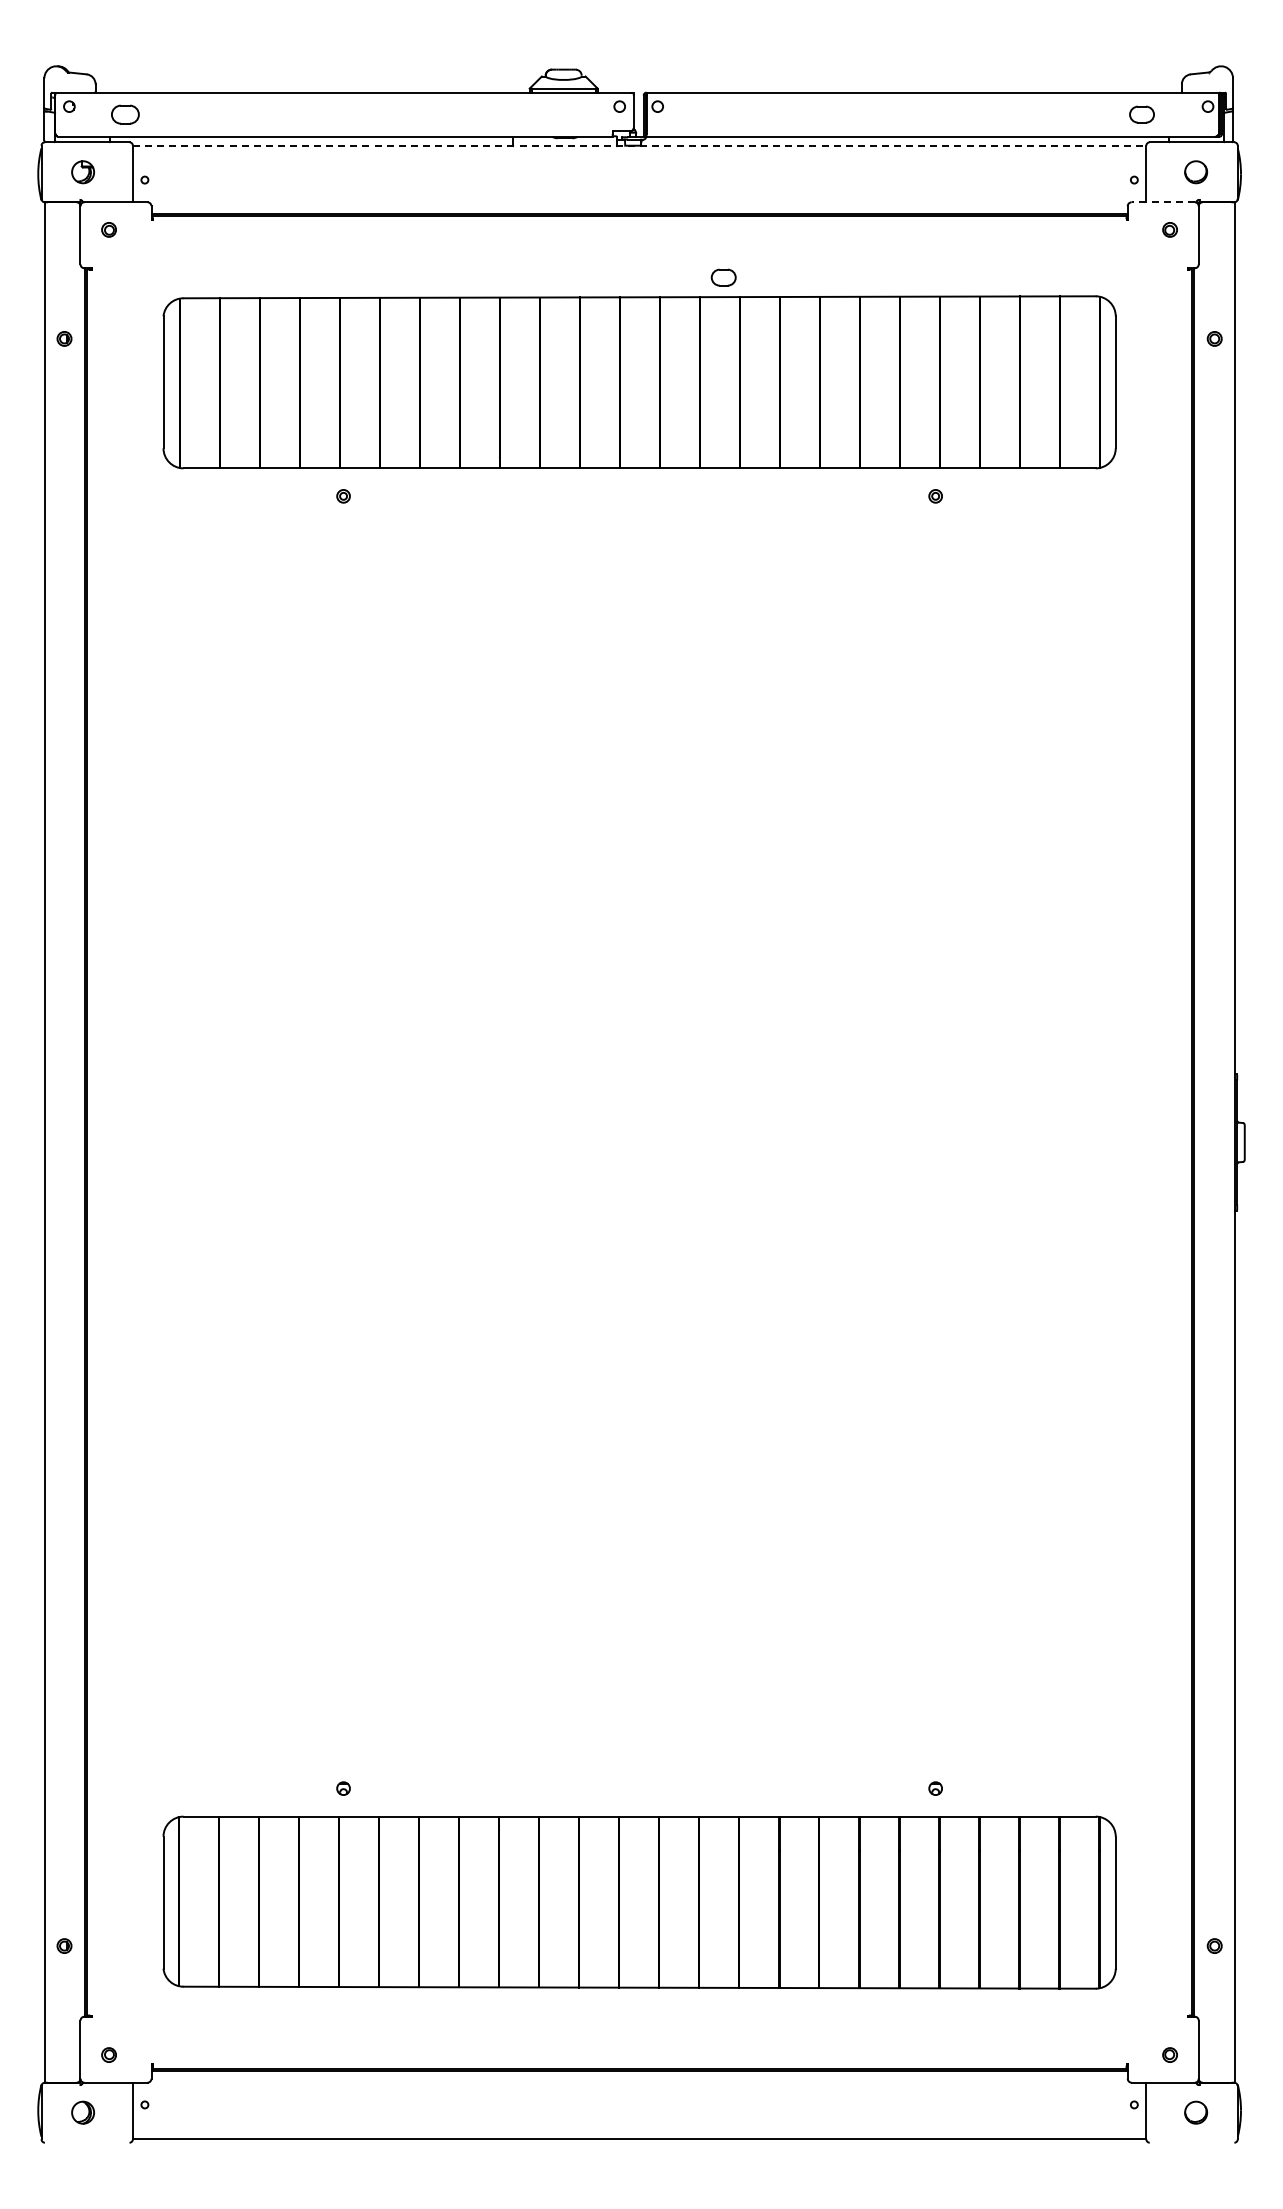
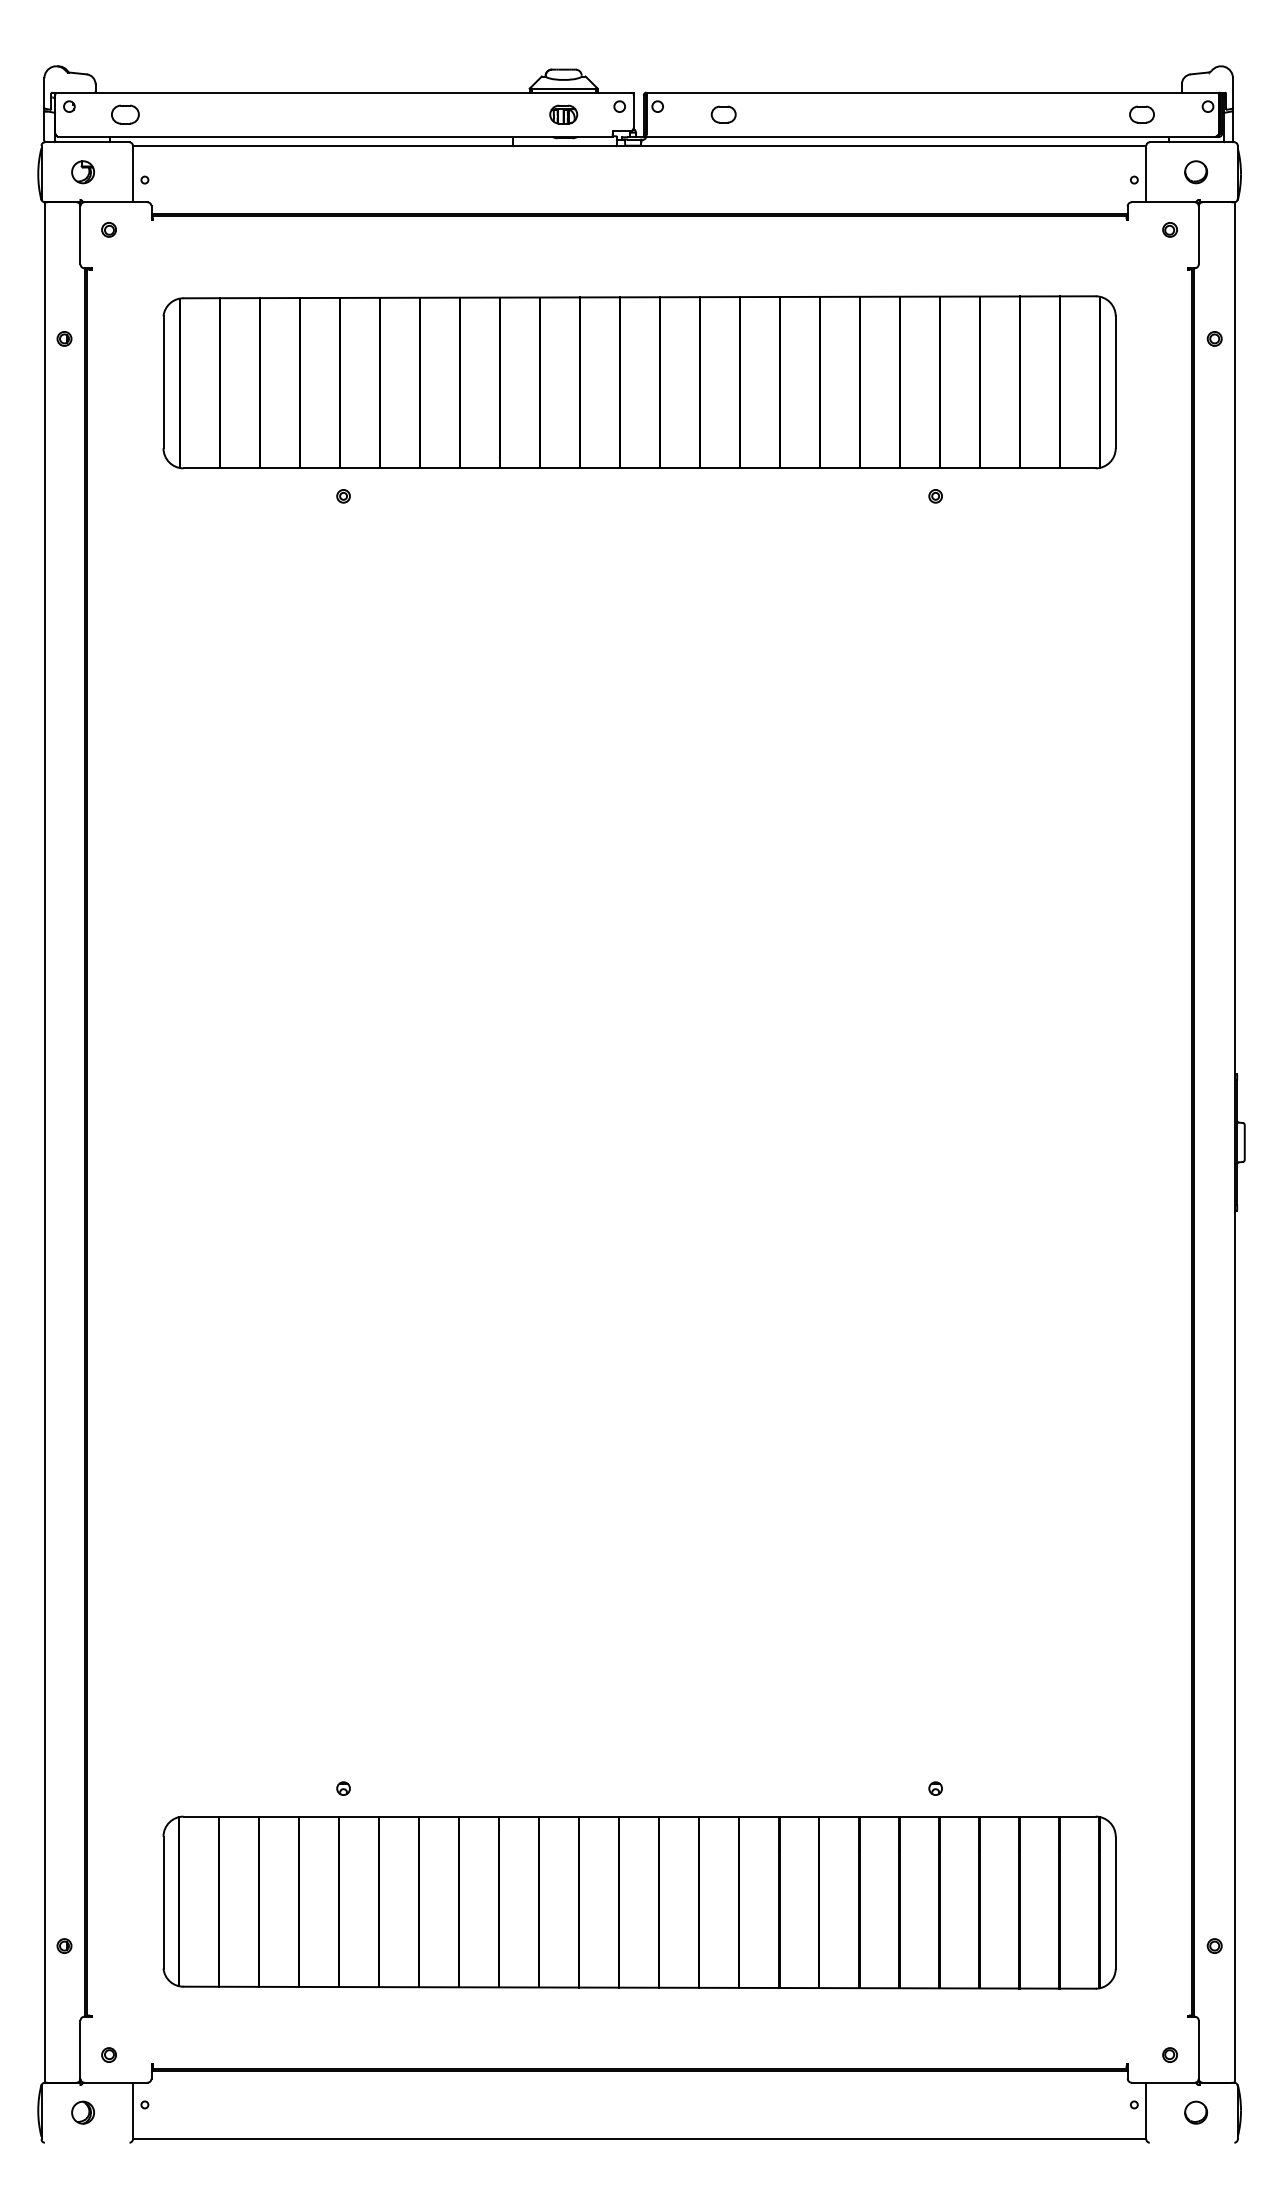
part at (563, 114): none -> present
line at (639, 146): dashed -> solid
line at (1163, 202): dashed -> solid
part at (723, 277) position: (723, 277) -> (723, 114)
